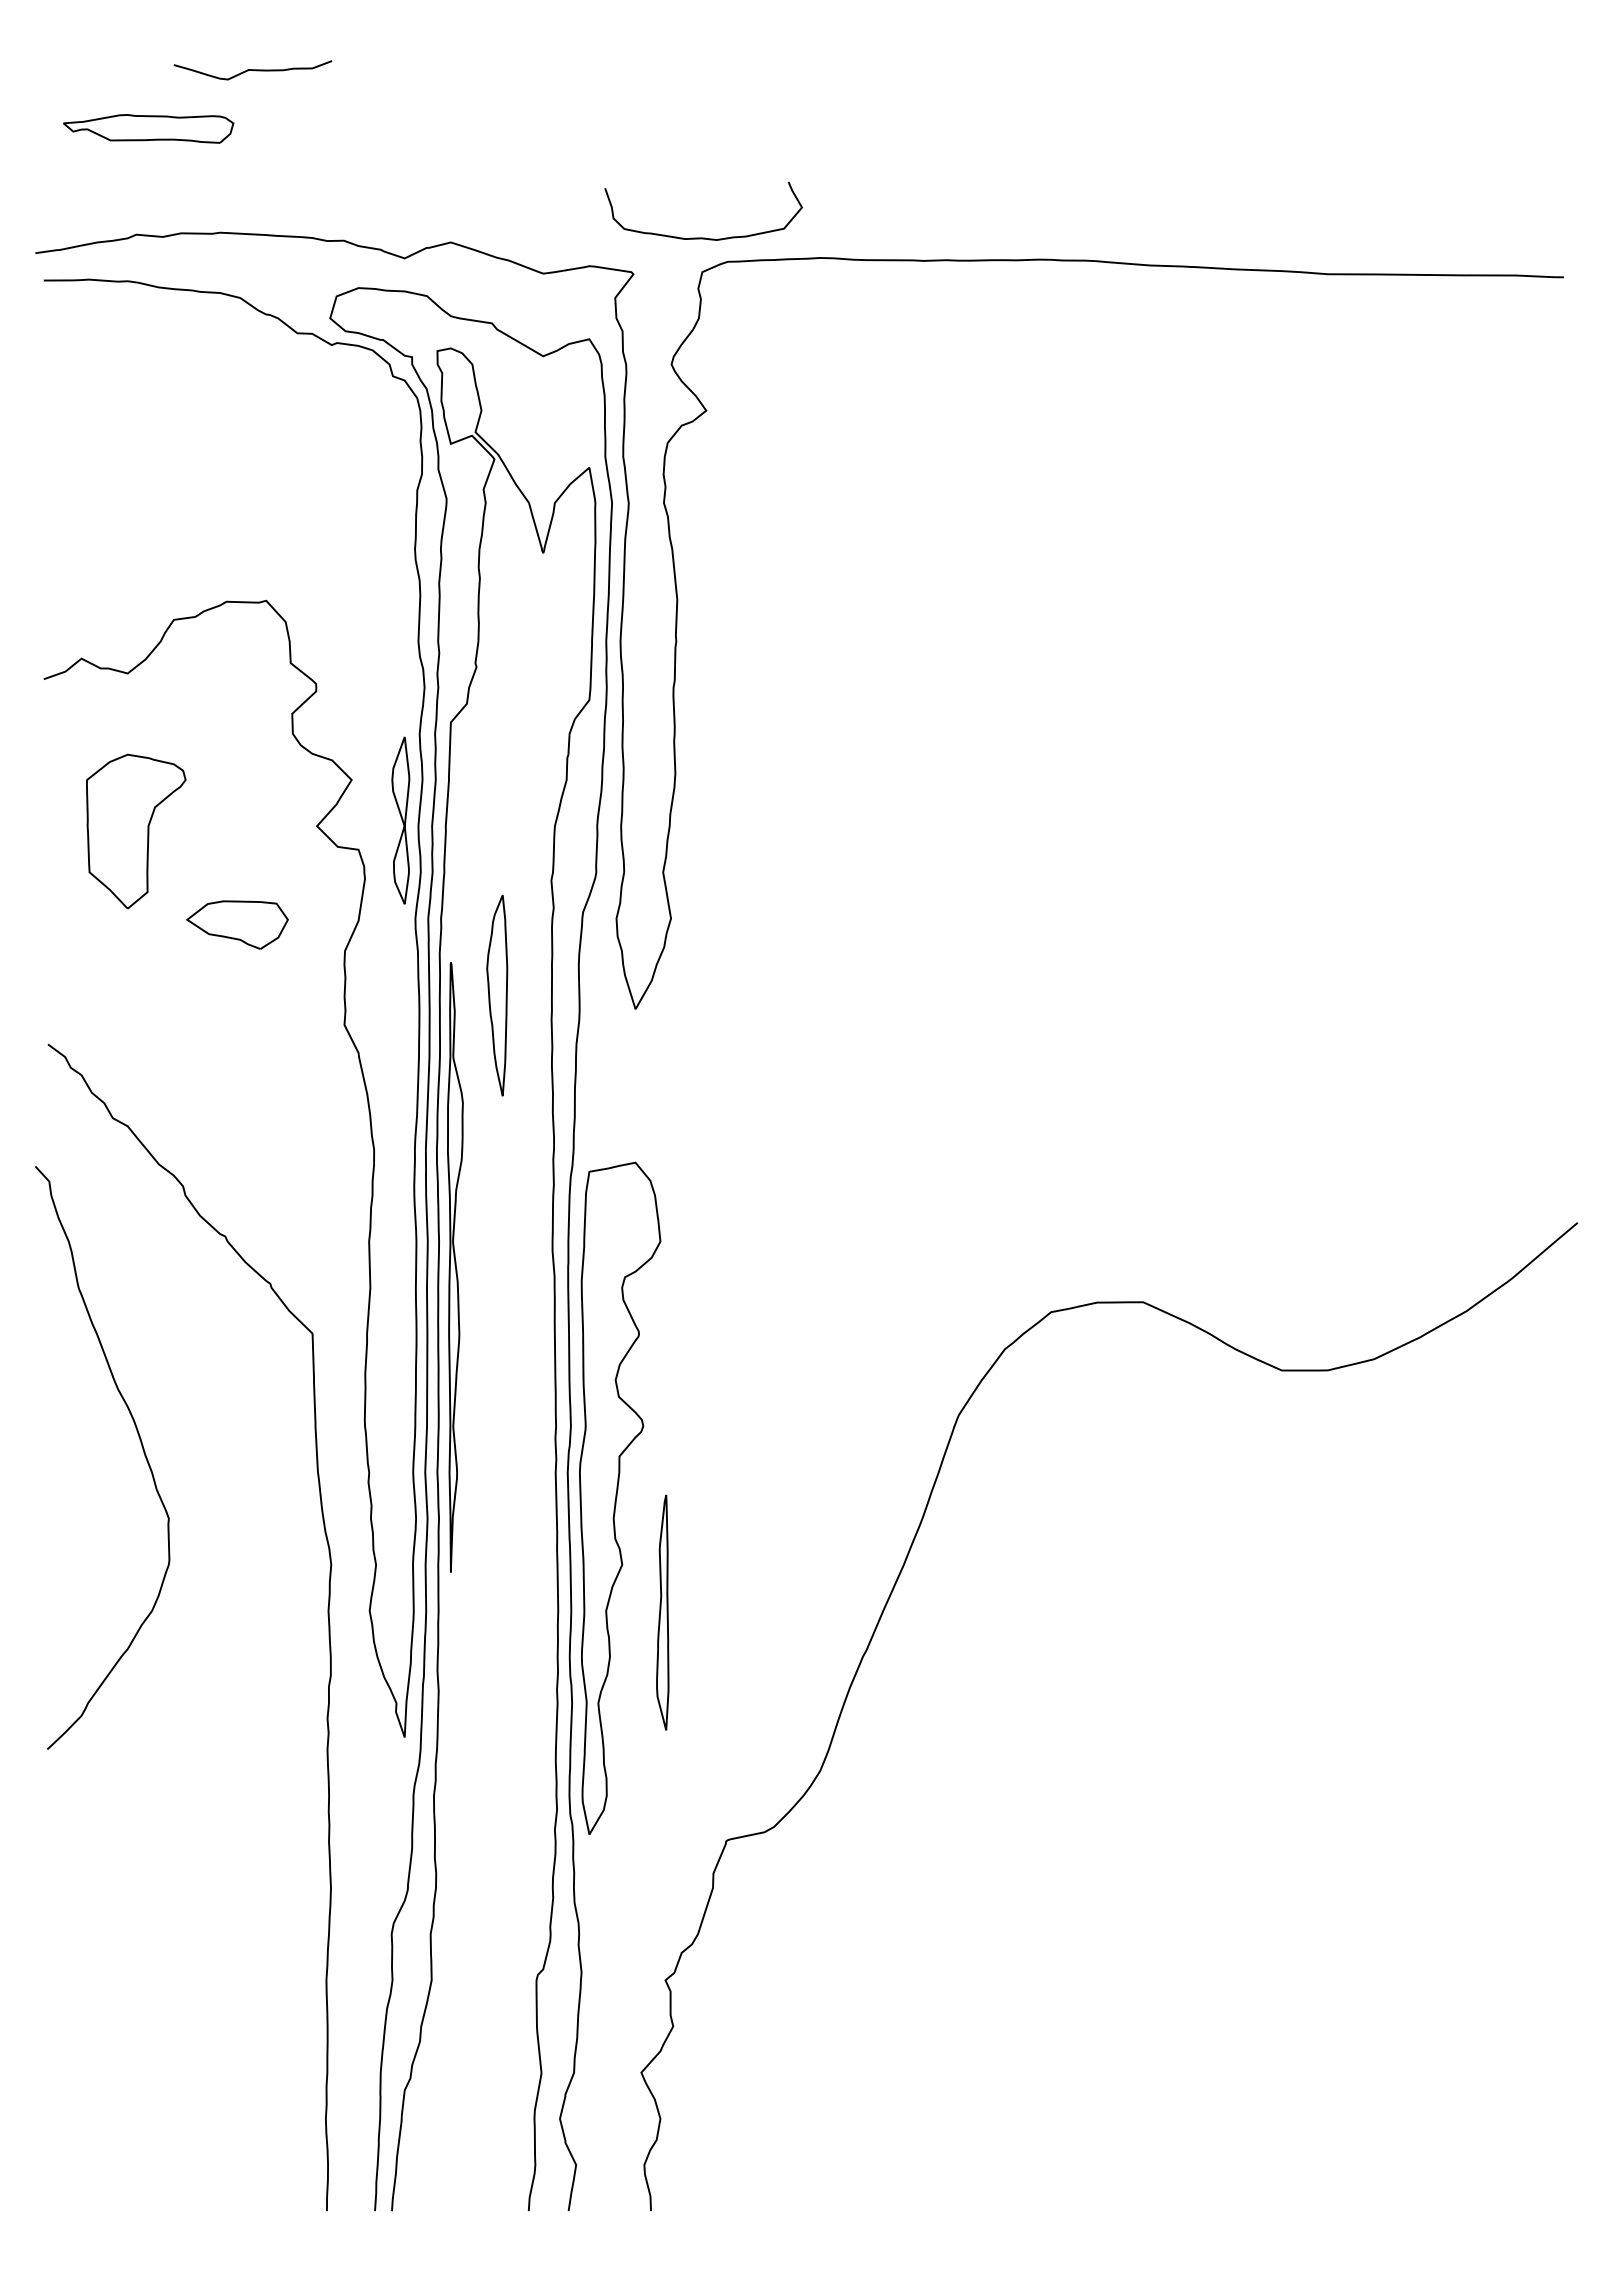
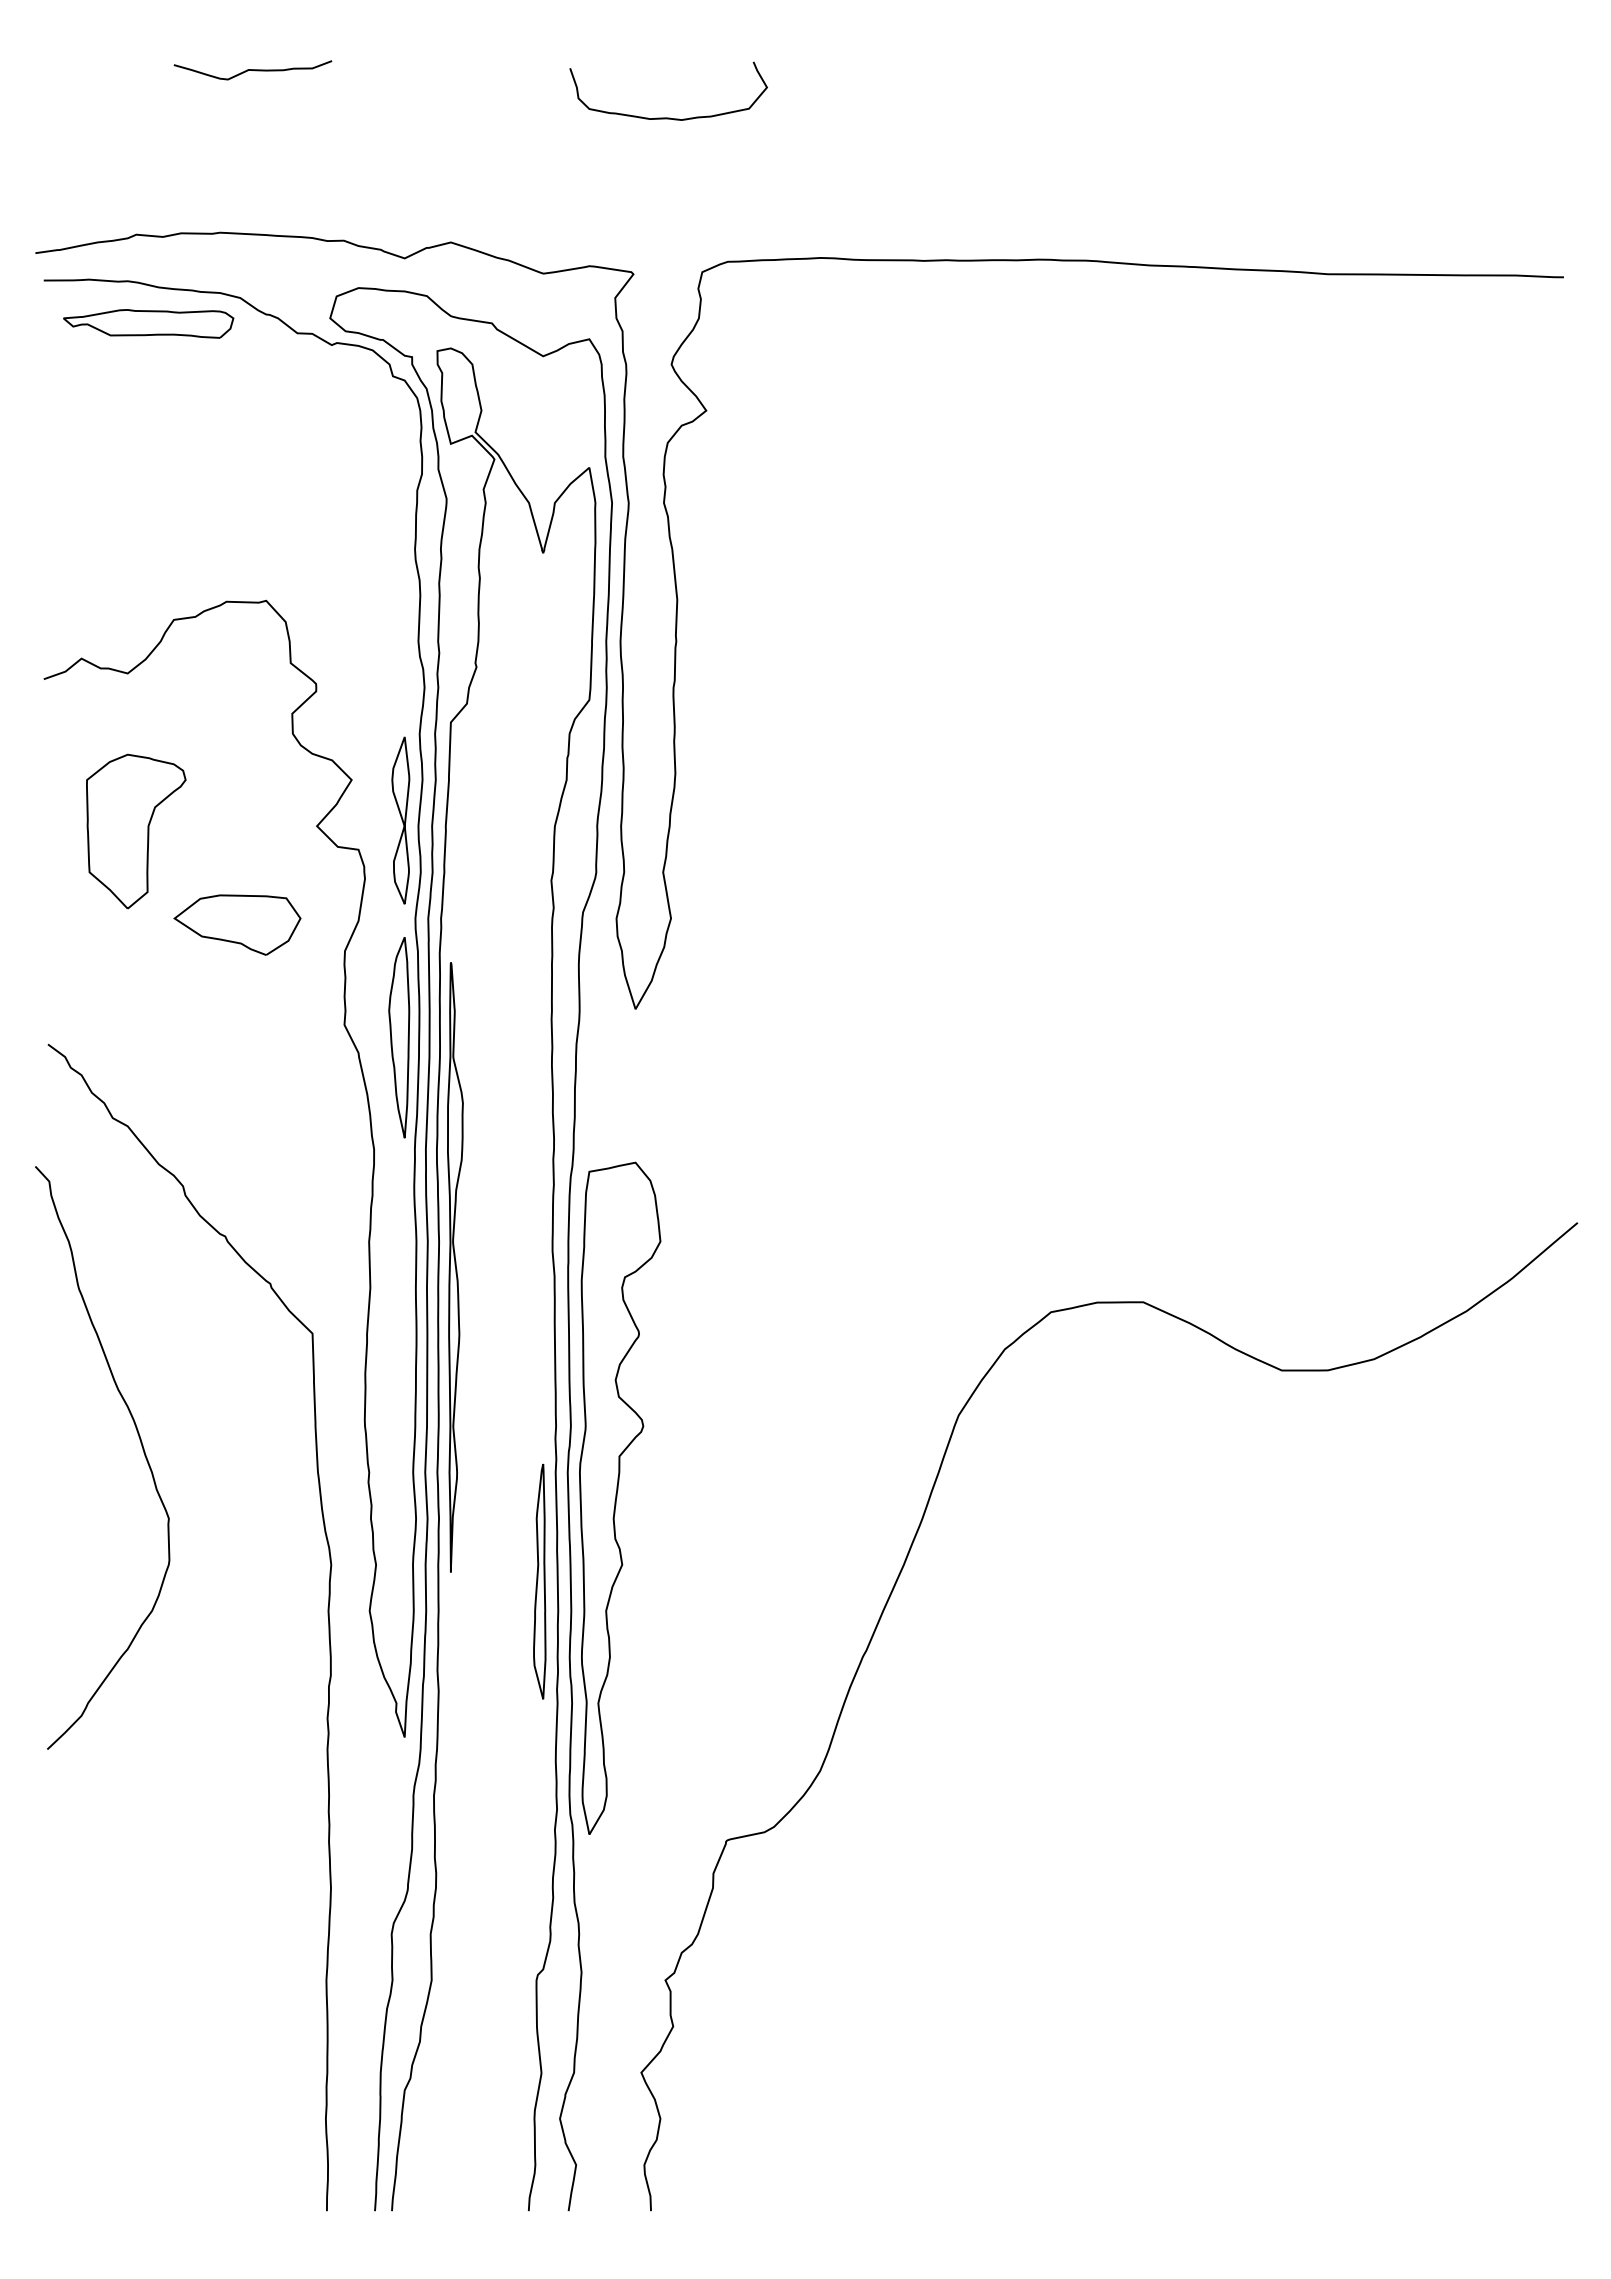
part at (148, 128) position: (148, 128) -> (148, 323)
curve at (703, 237) position: (703, 237) -> (668, 117)
part at (237, 924) size: 103x50 px -> 129x62 px
part at (497, 995) position: (497, 995) -> (399, 1037)
part at (662, 1612) position: (662, 1612) -> (539, 1581)
